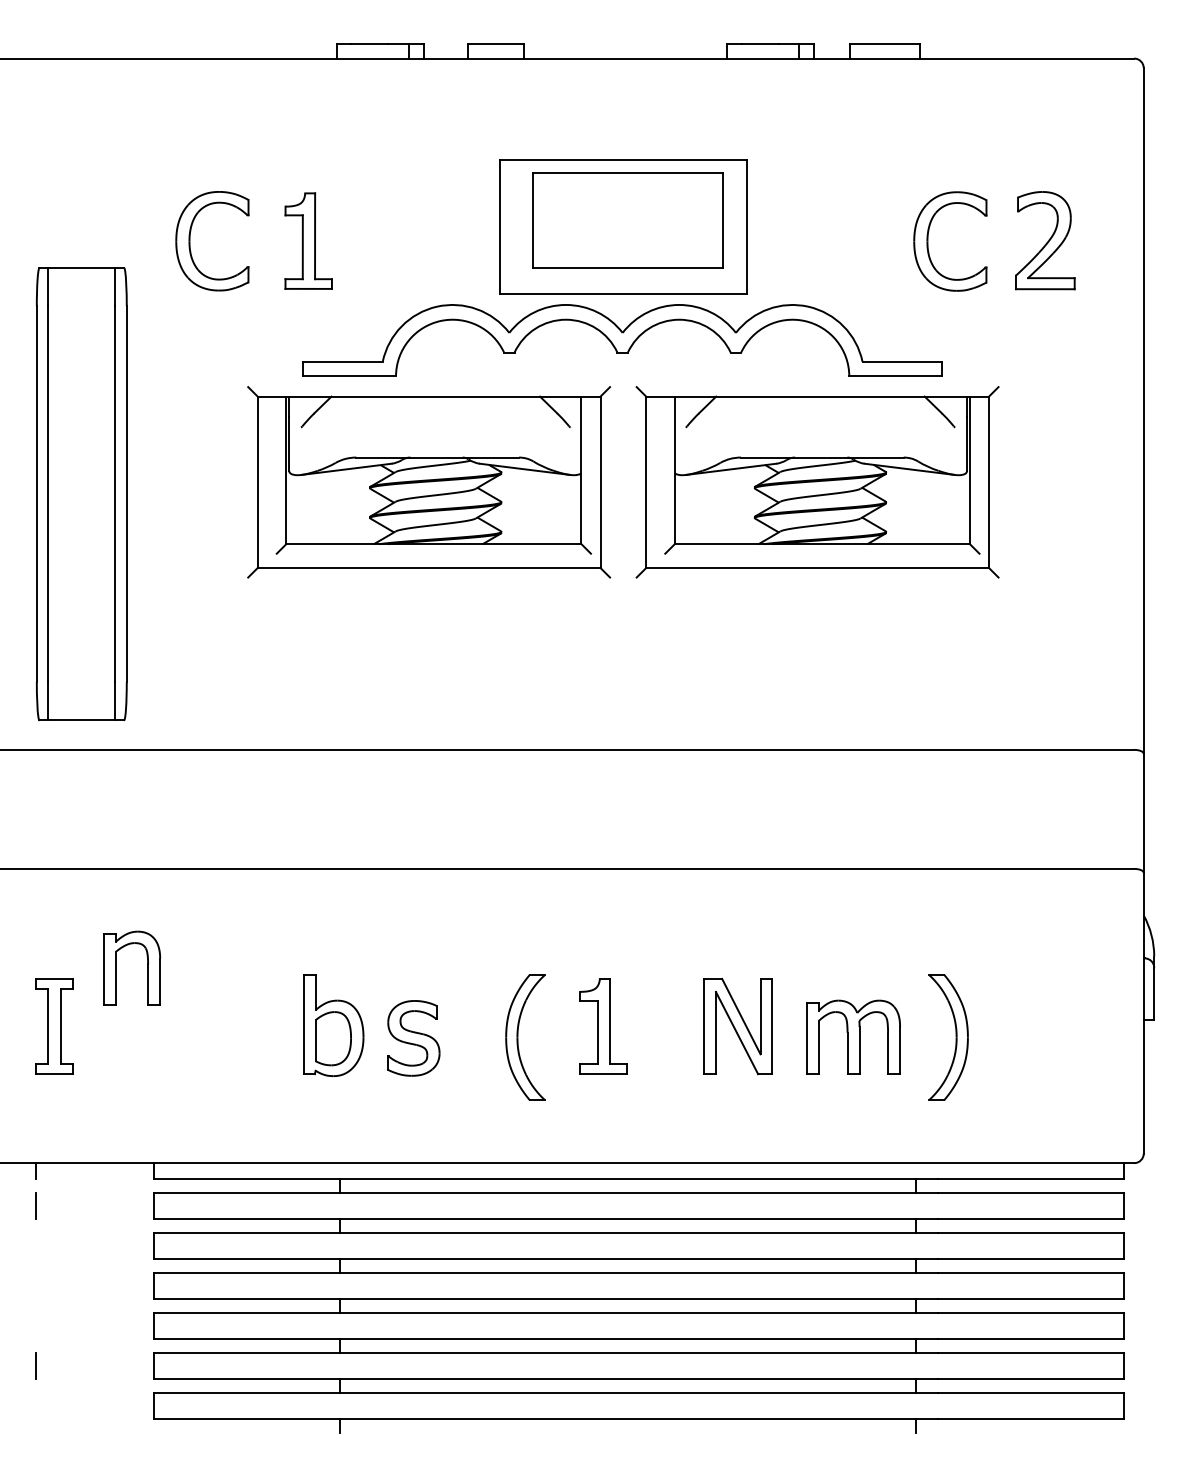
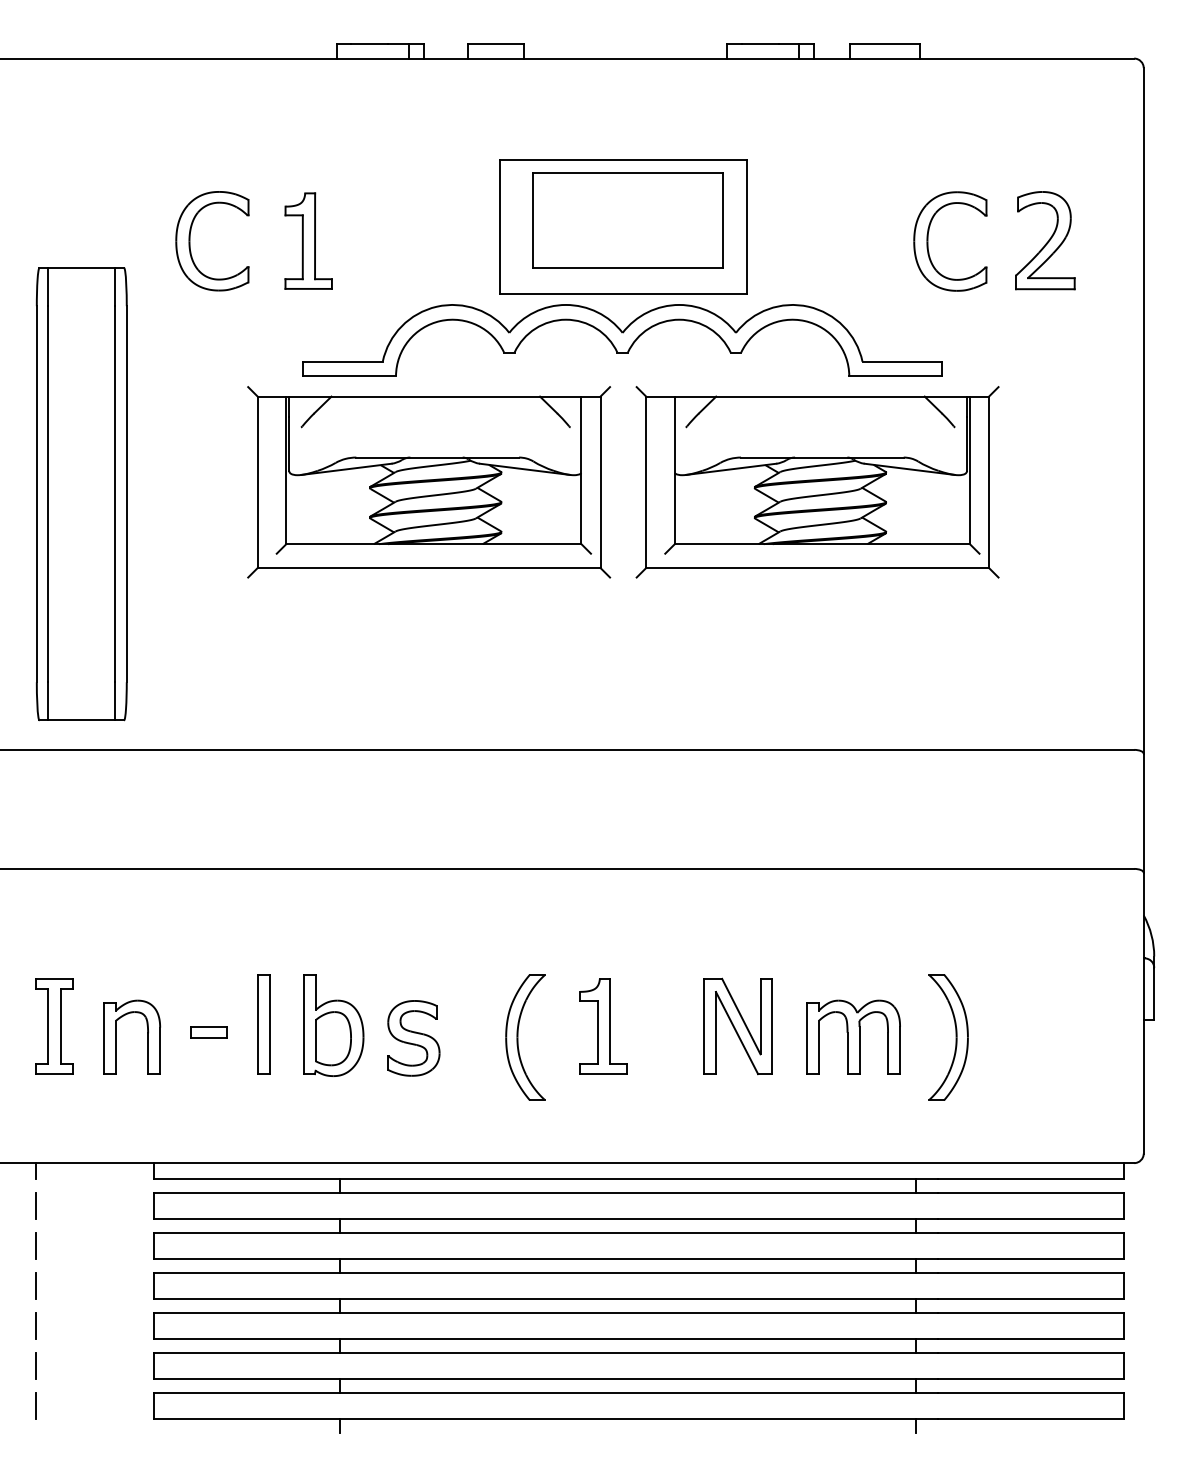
part at (147, 967) position: (147, 967) -> (147, 1036)
part at (263, 1024): none -> present
part at (208, 1032): none -> present
line at (35, 1245): none -> present
line at (35, 1285): none -> present
line at (35, 1325): none -> present
line at (35, 1405): none -> present
